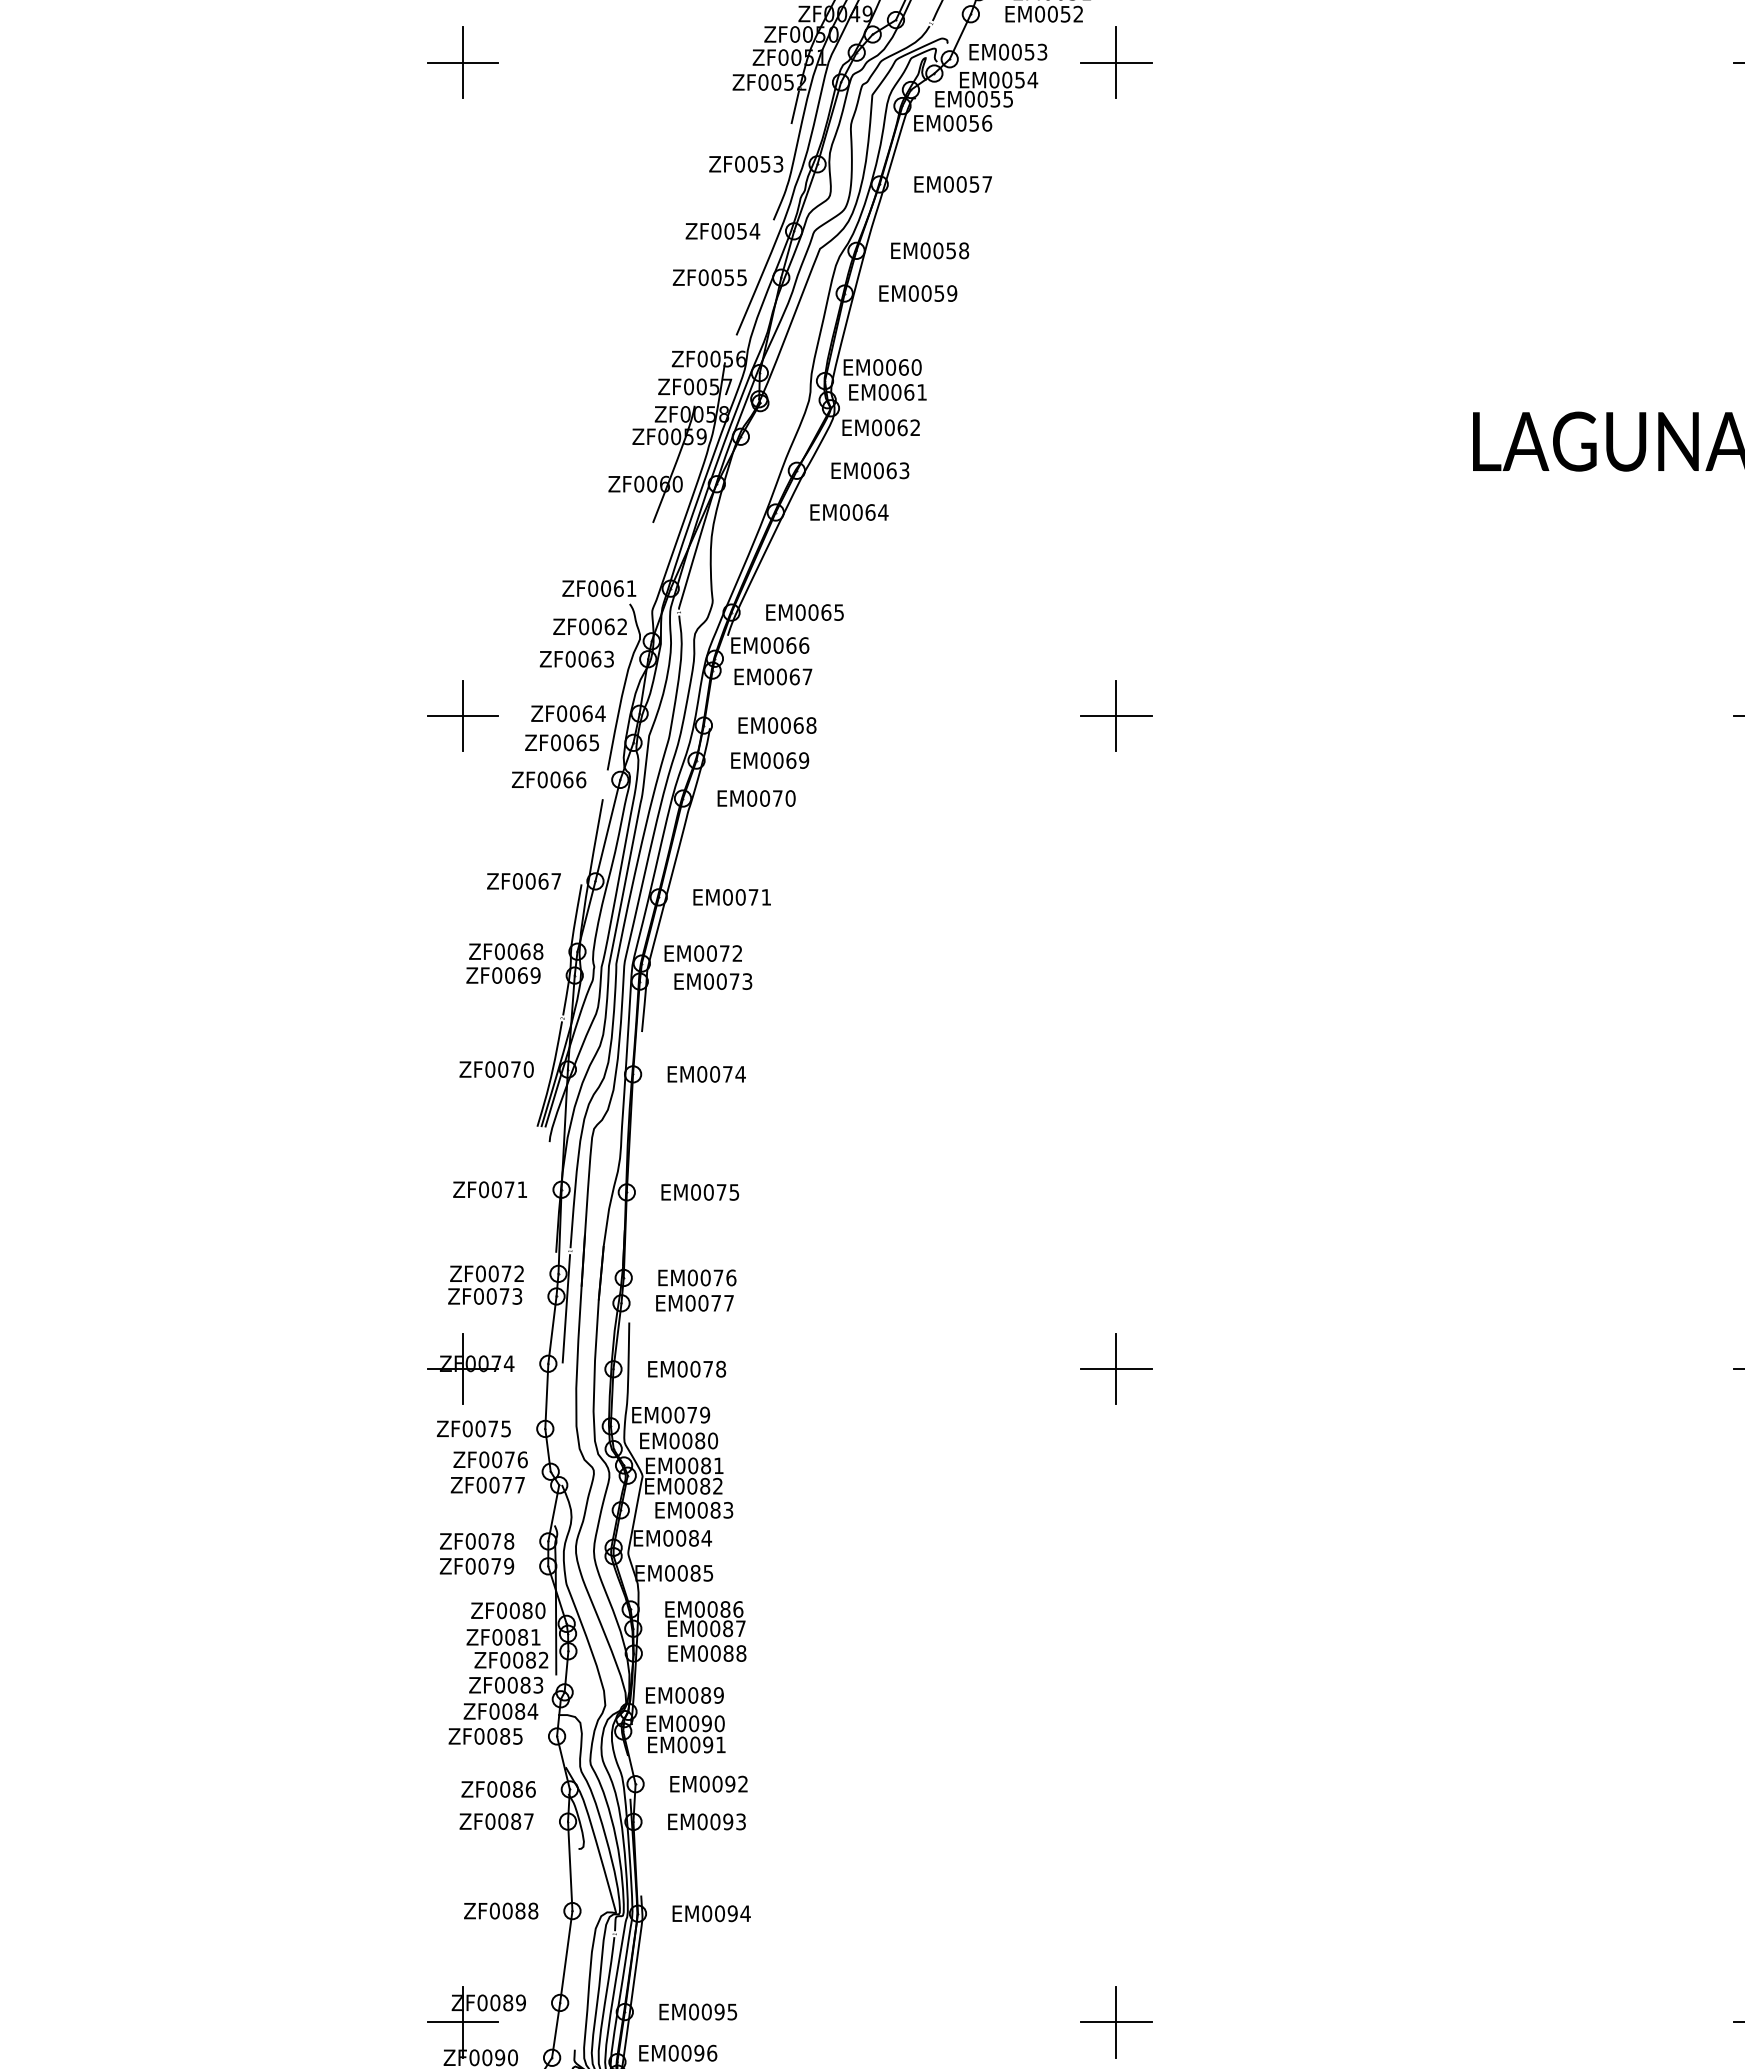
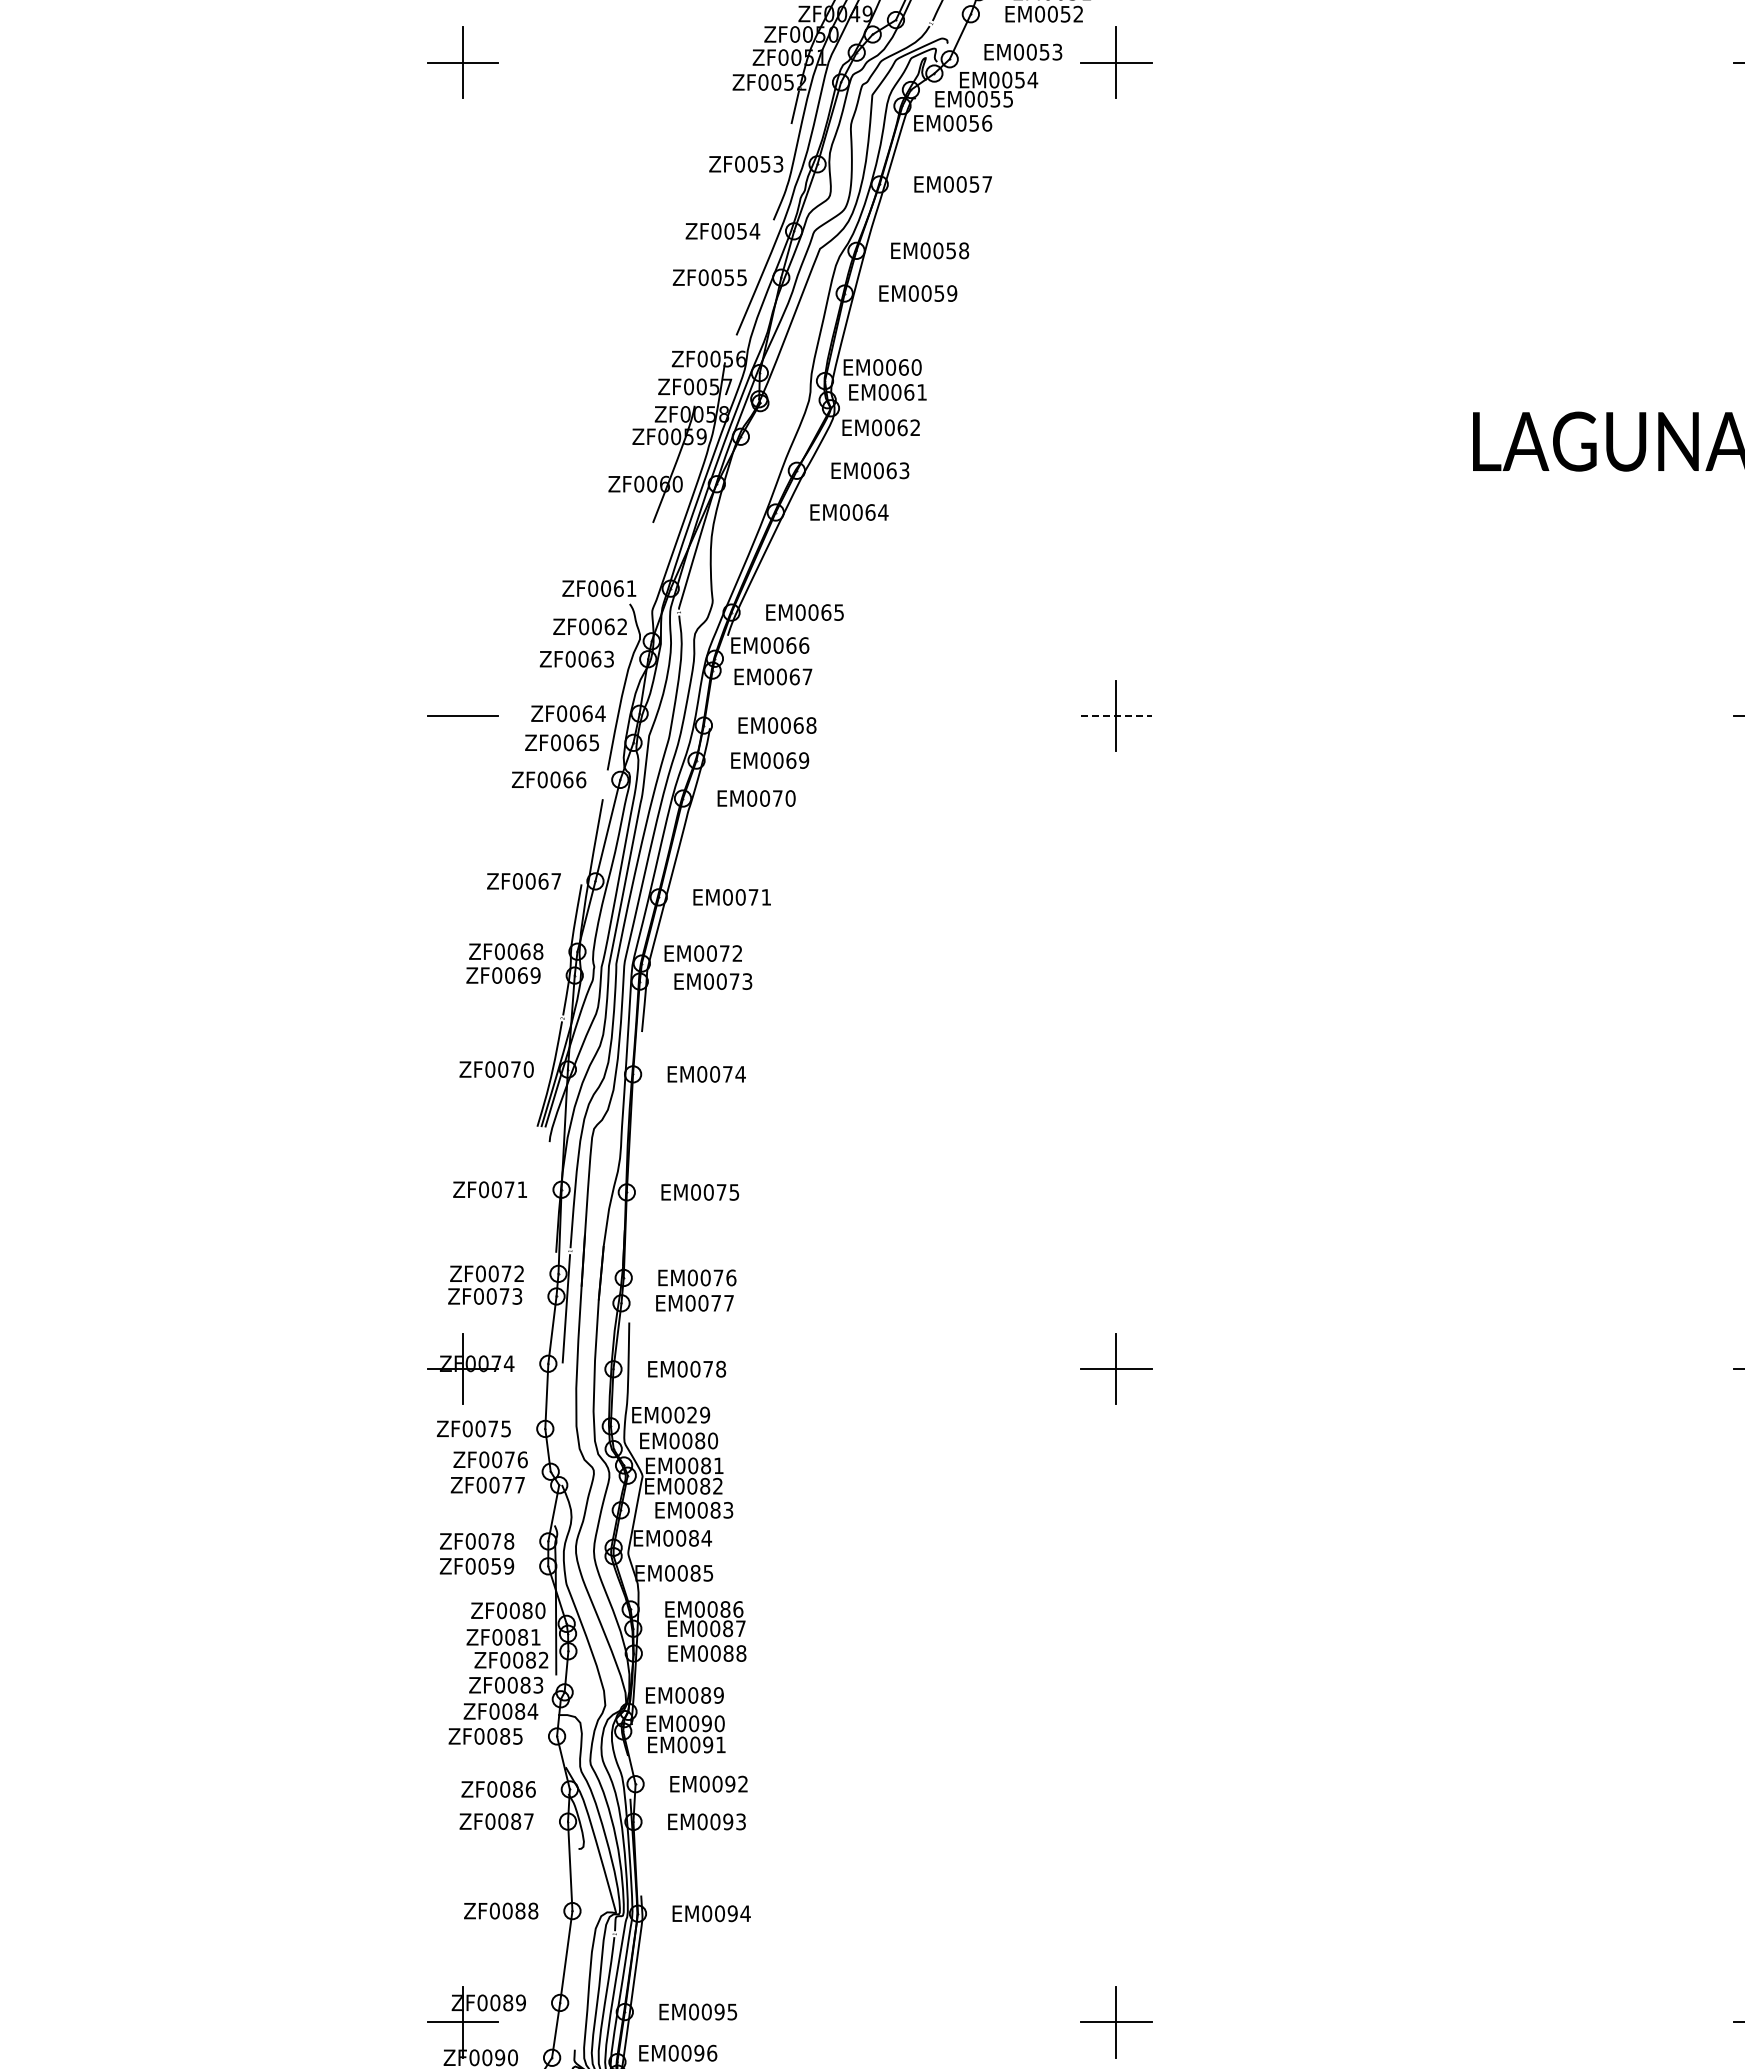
text at (1008, 51) position: (1008, 51) -> (1023, 51)
line at (463, 715): present -> none
line at (1116, 715): solid -> dashed
text at (691, 1414): EM0079 -> EM0029
text at (495, 1566): ZF0079 -> ZF0059
